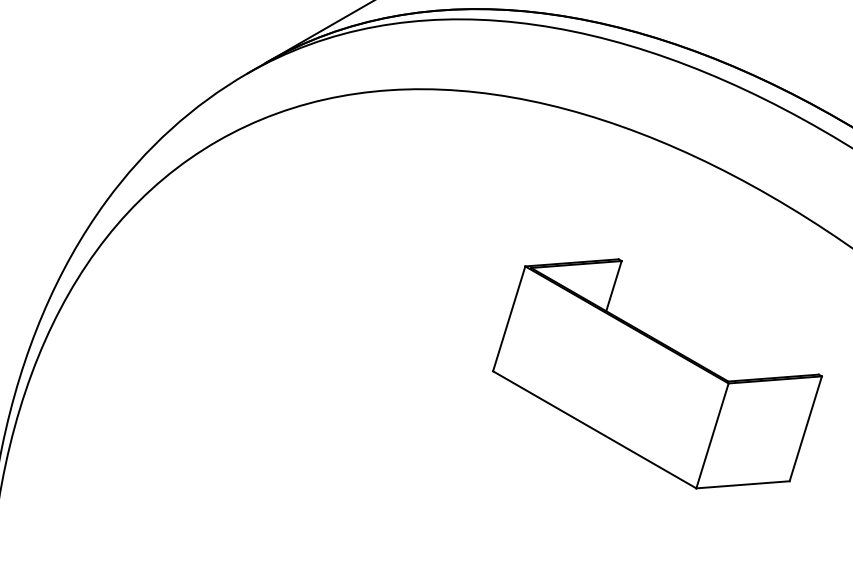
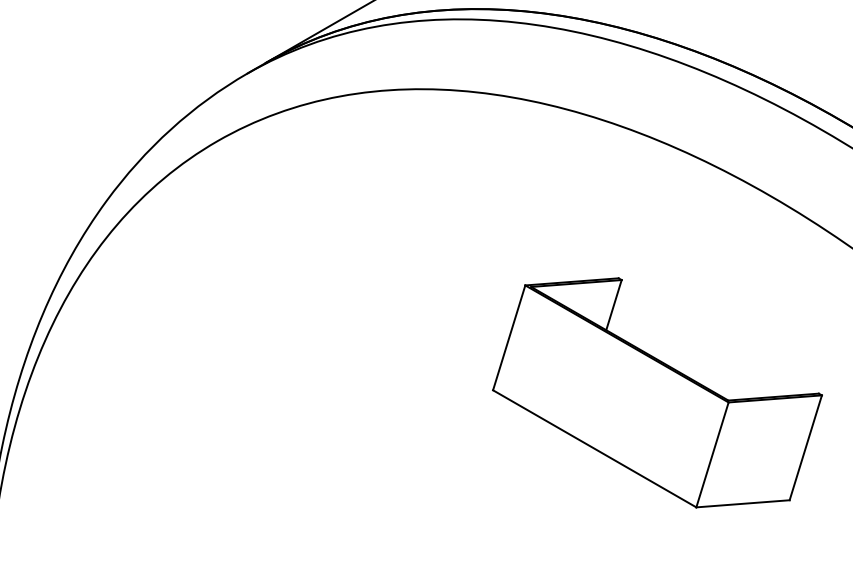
part at (657, 373) position: (657, 373) -> (657, 392)
